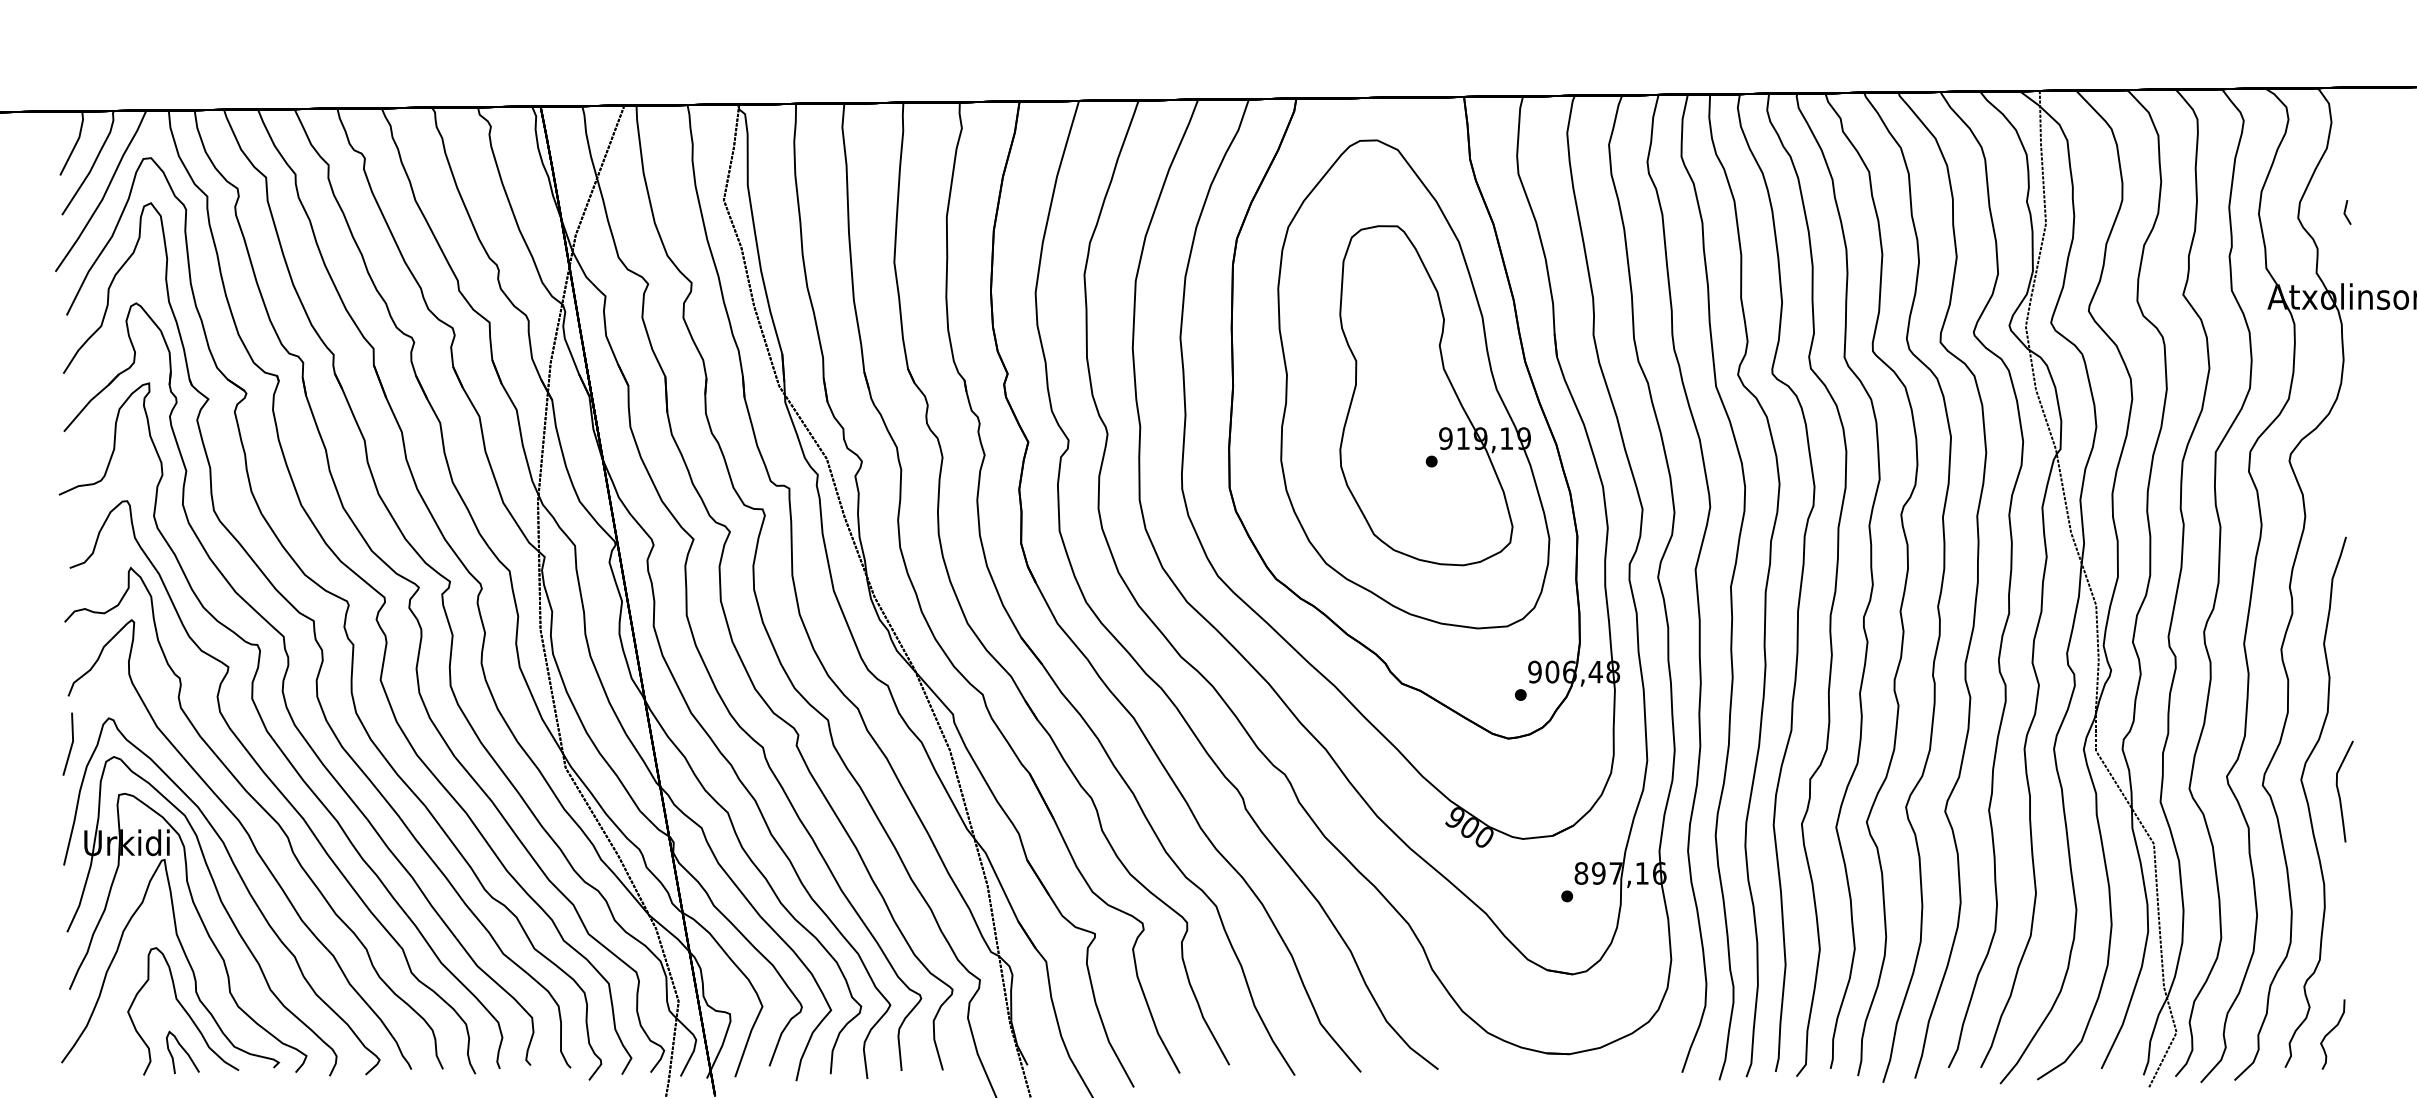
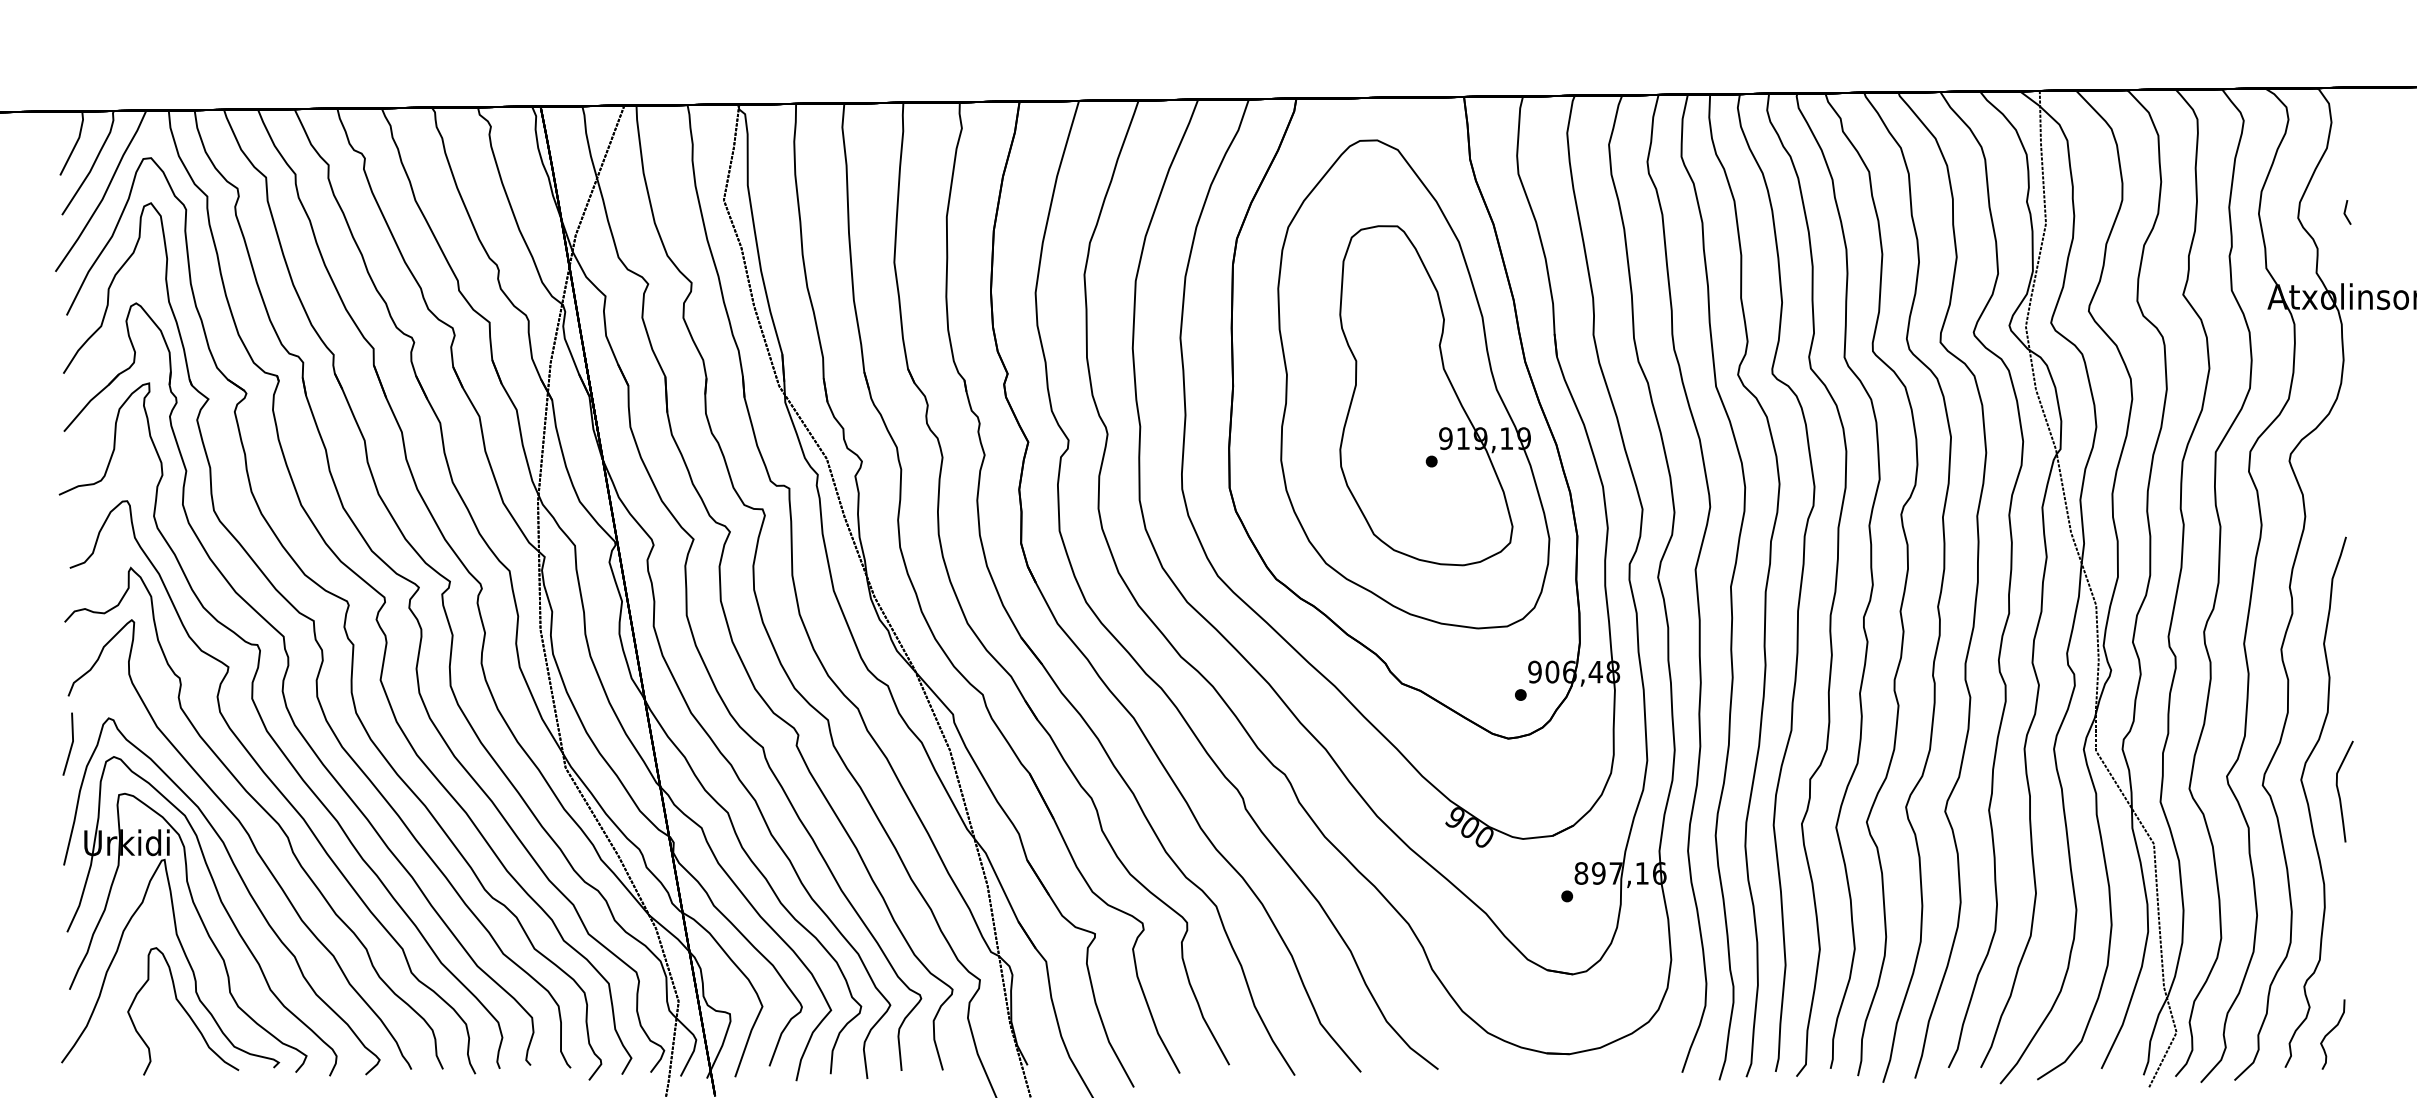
curve at (183, 1050): present -> none
